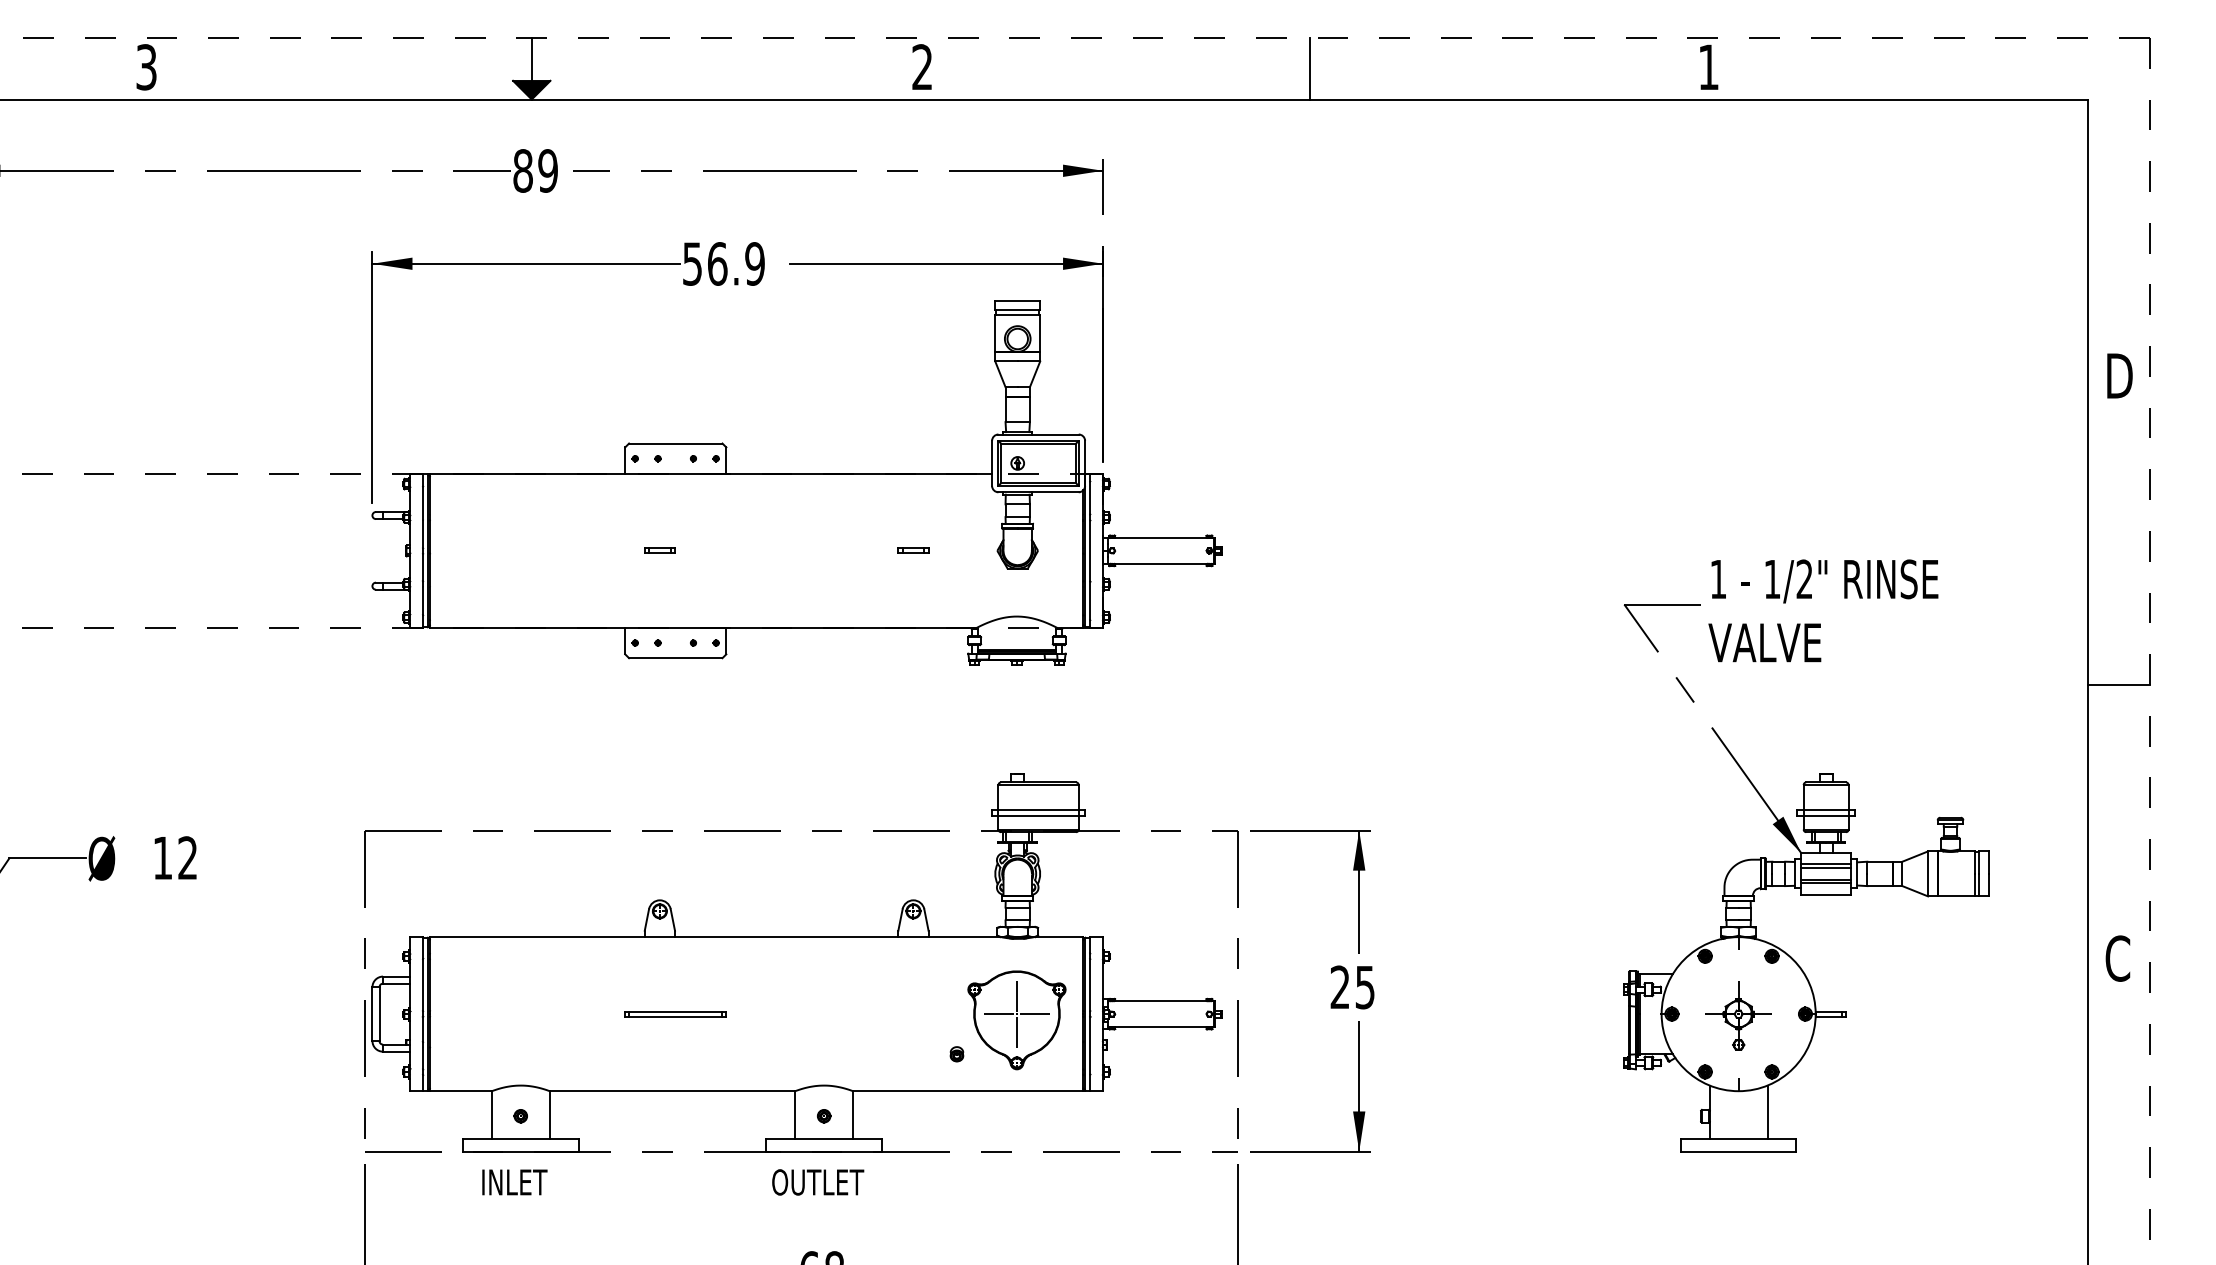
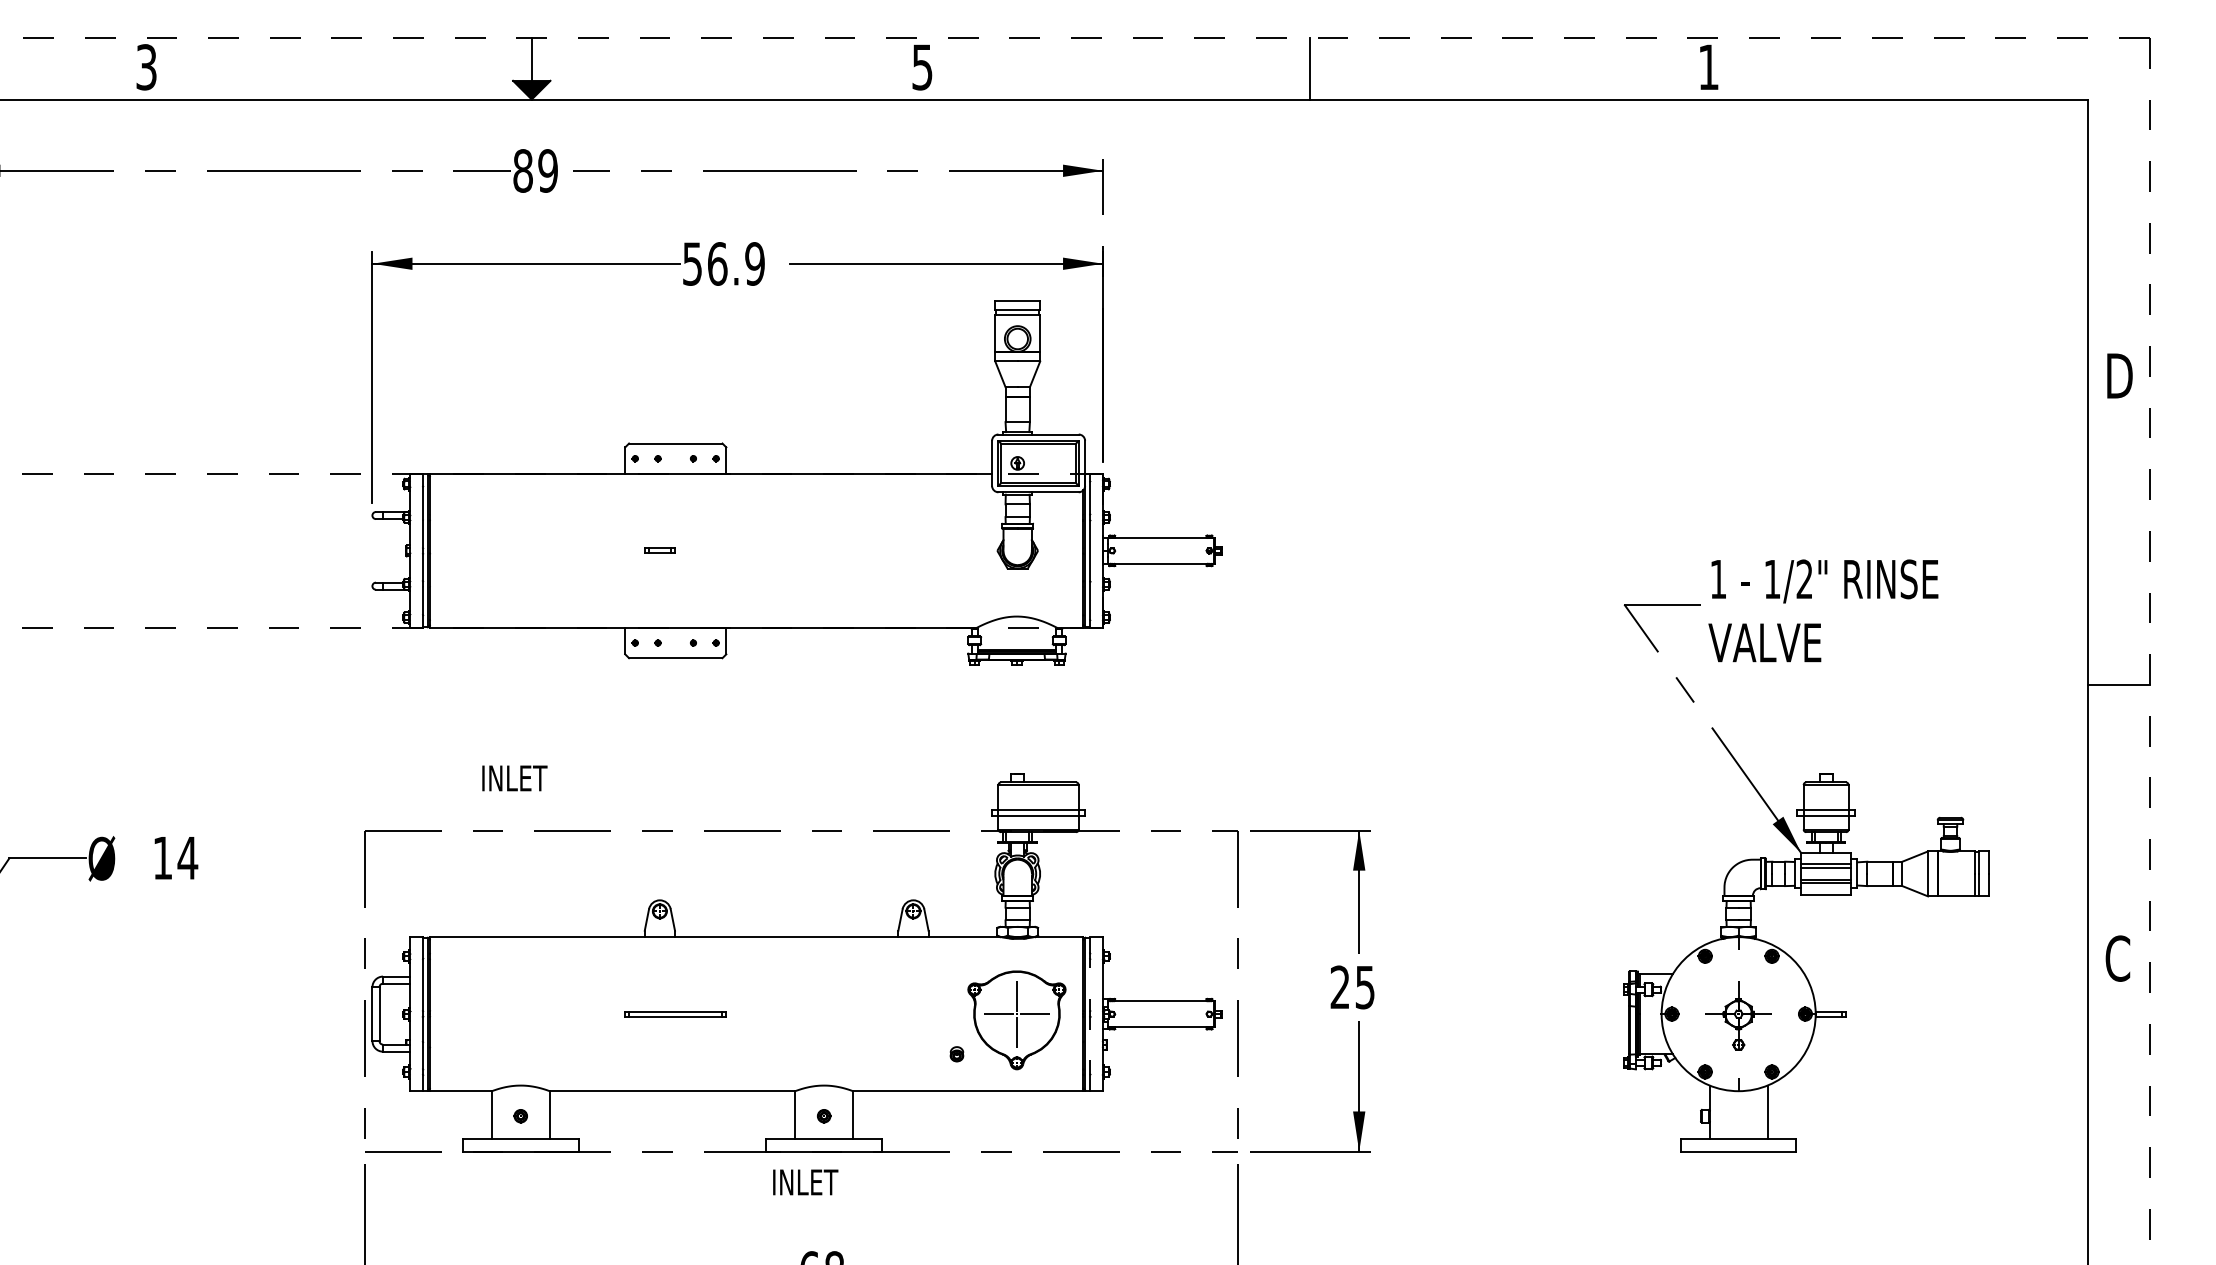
text at (922, 67): 2 -> 5
part at (913, 550): present -> none
text at (187, 857): 12 -> 14
line at (1090, 1013): solid -> dashed
text at (514, 1182) position: (514, 1182) -> (514, 778)
text at (818, 1182): OUTLET -> INLET
